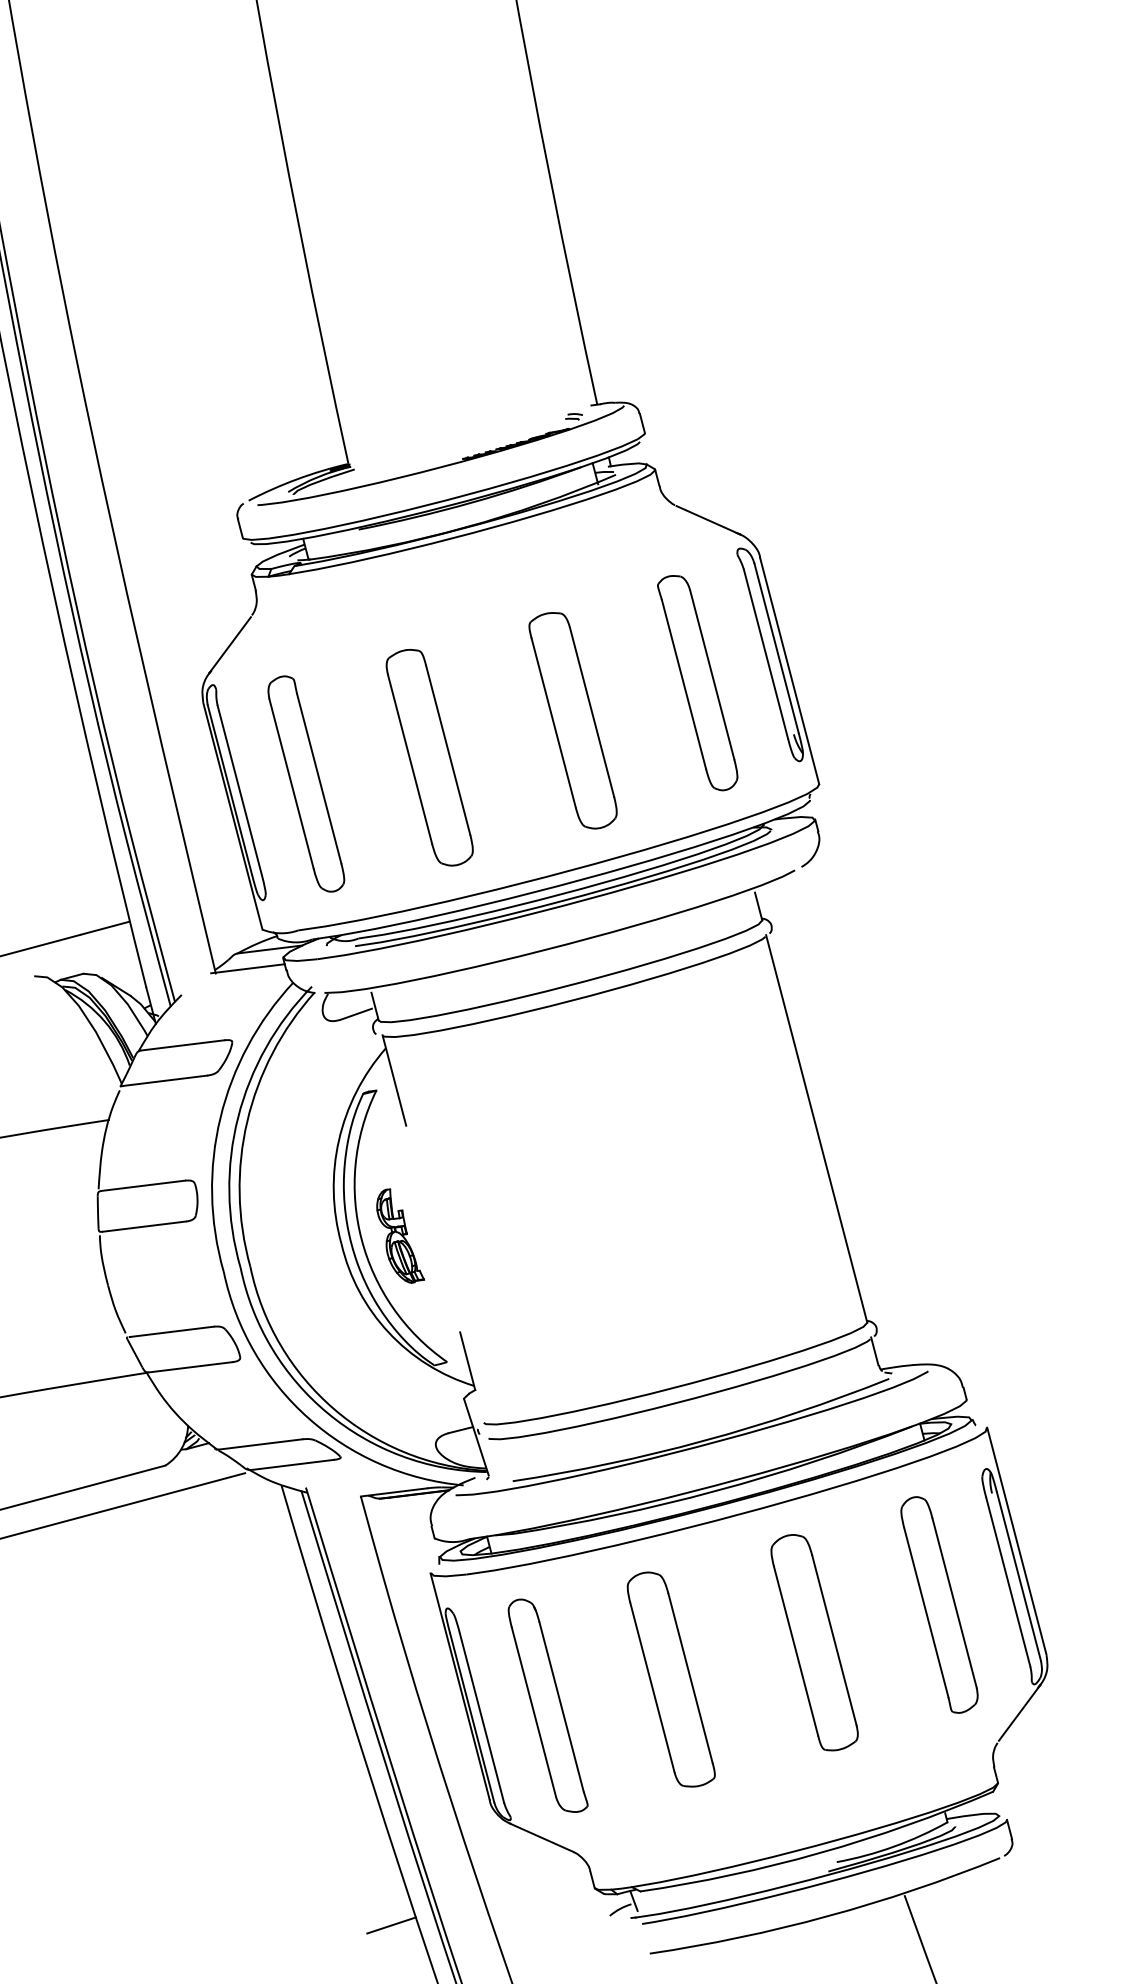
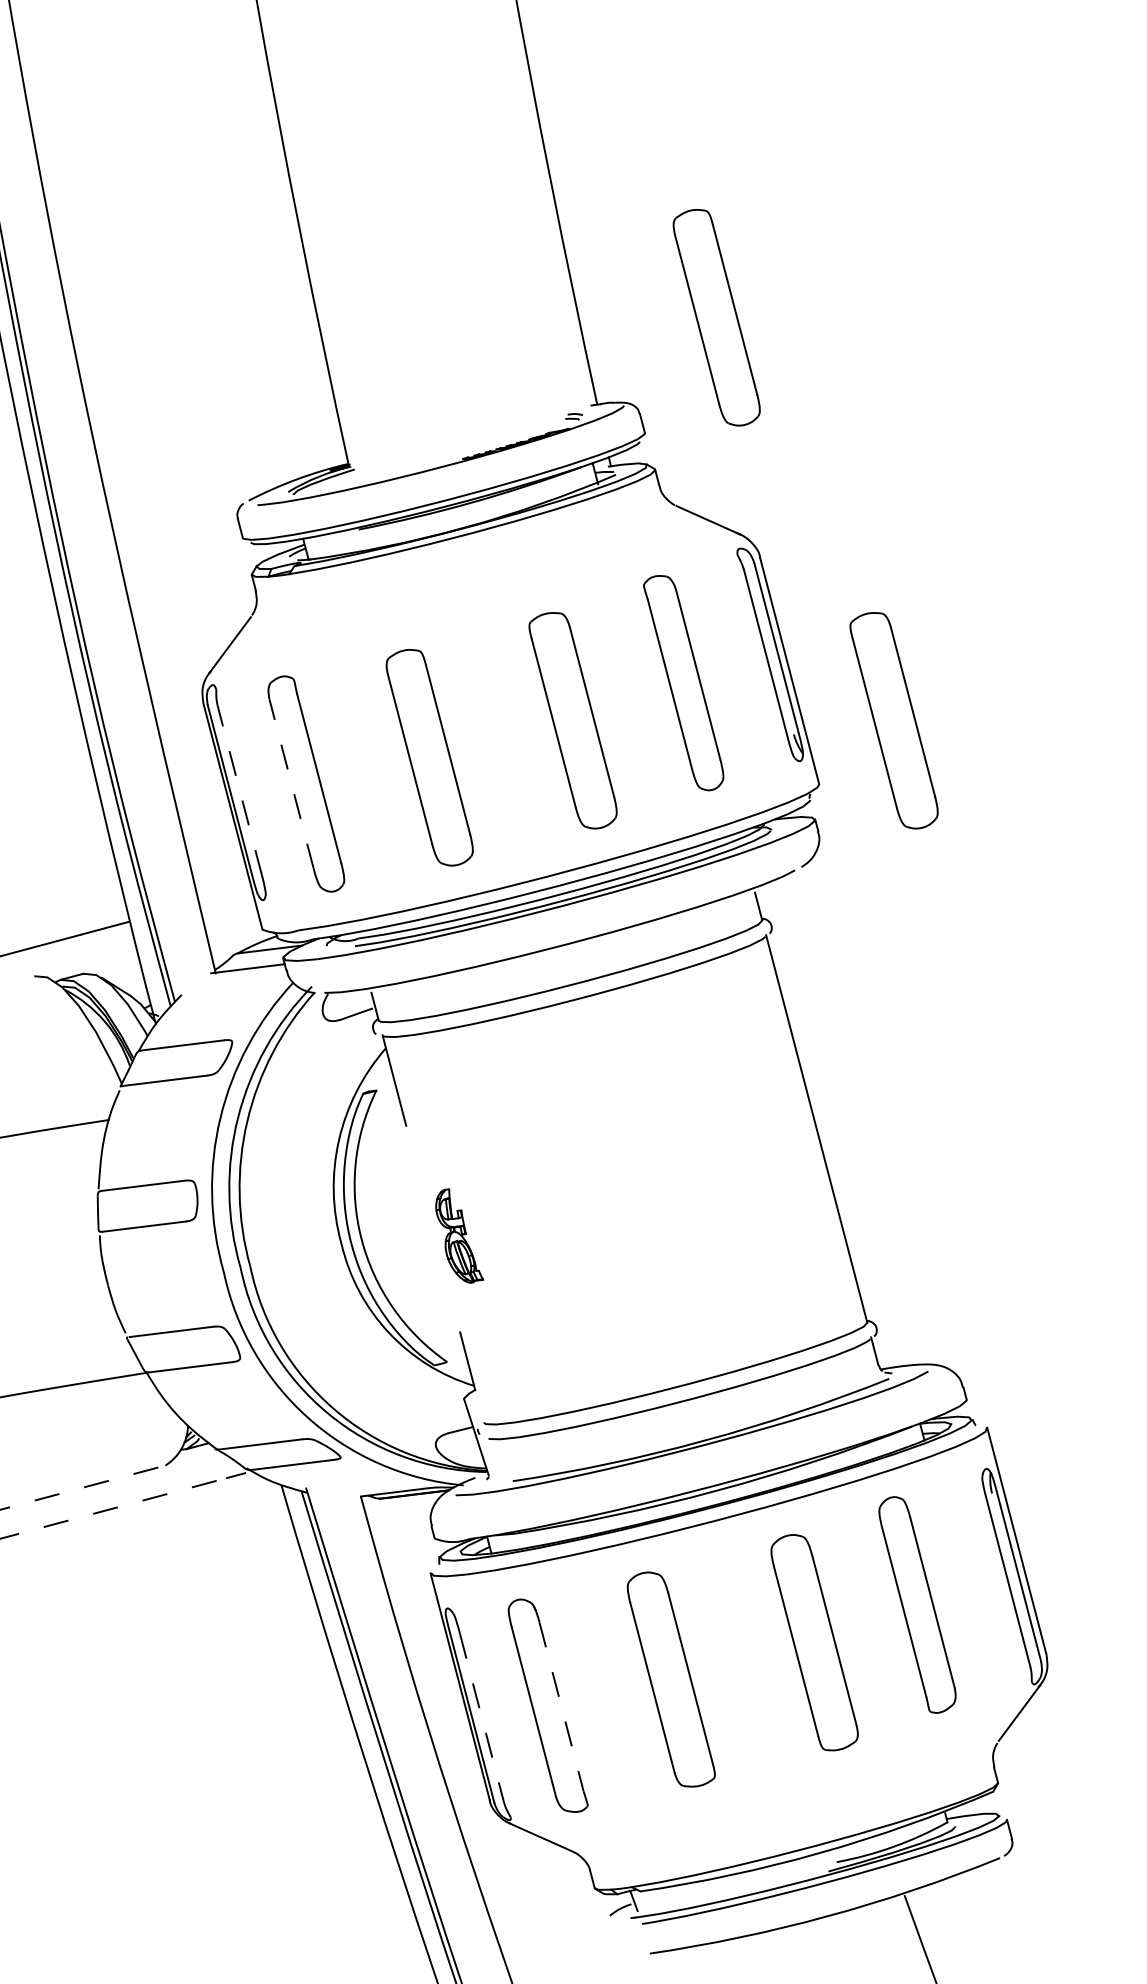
part at (716, 317): none -> present
part at (697, 683) position: (697, 683) -> (683, 683)
part at (893, 720): none -> present
line at (291, 783): solid -> dashed
line at (239, 789): solid -> dashed
part at (400, 1235) position: (400, 1235) -> (459, 1235)
line at (83, 1487): solid -> dashed
line at (113, 1508): solid -> dashed
part at (939, 1604) position: (939, 1604) -> (917, 1604)
line at (561, 1707): solid -> dashed
line at (482, 1718): solid -> dashed
line at (391, 1925): present -> none
